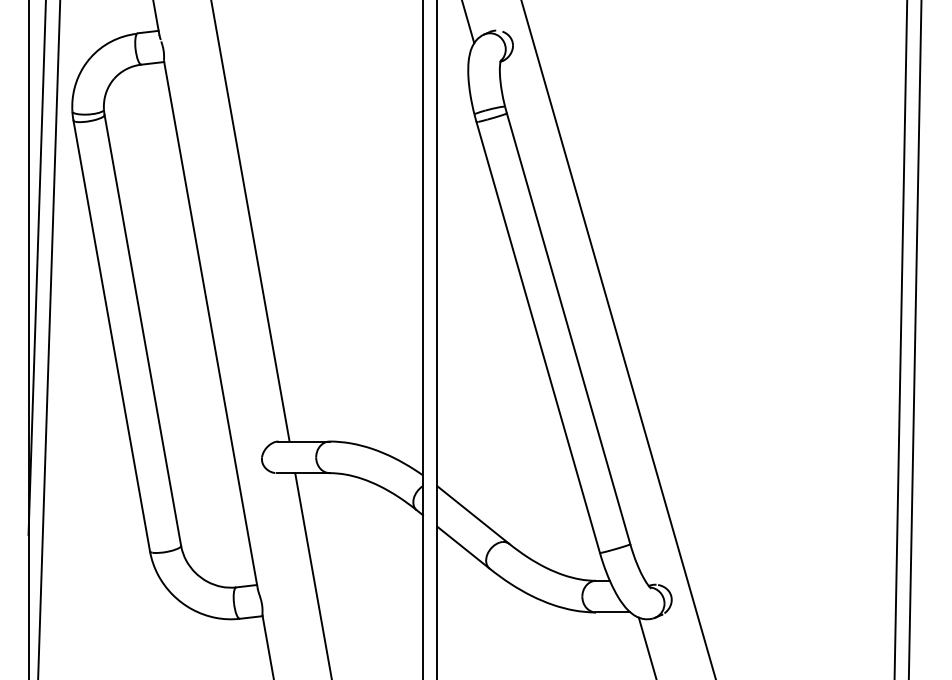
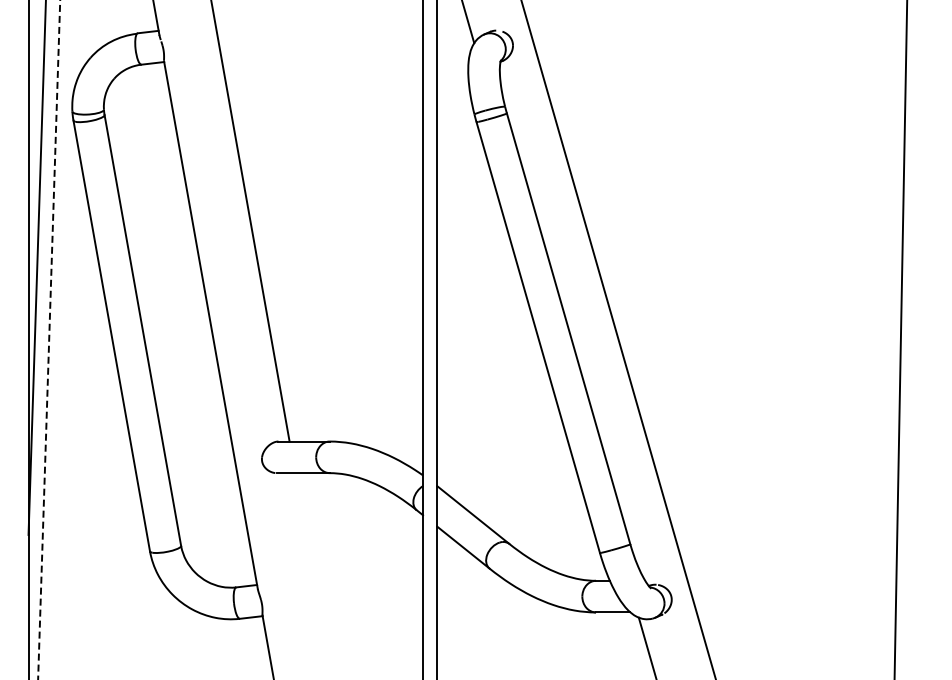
line at (914, 339): present -> none
line at (49, 340): solid -> dashed
line at (313, 574): present -> none
